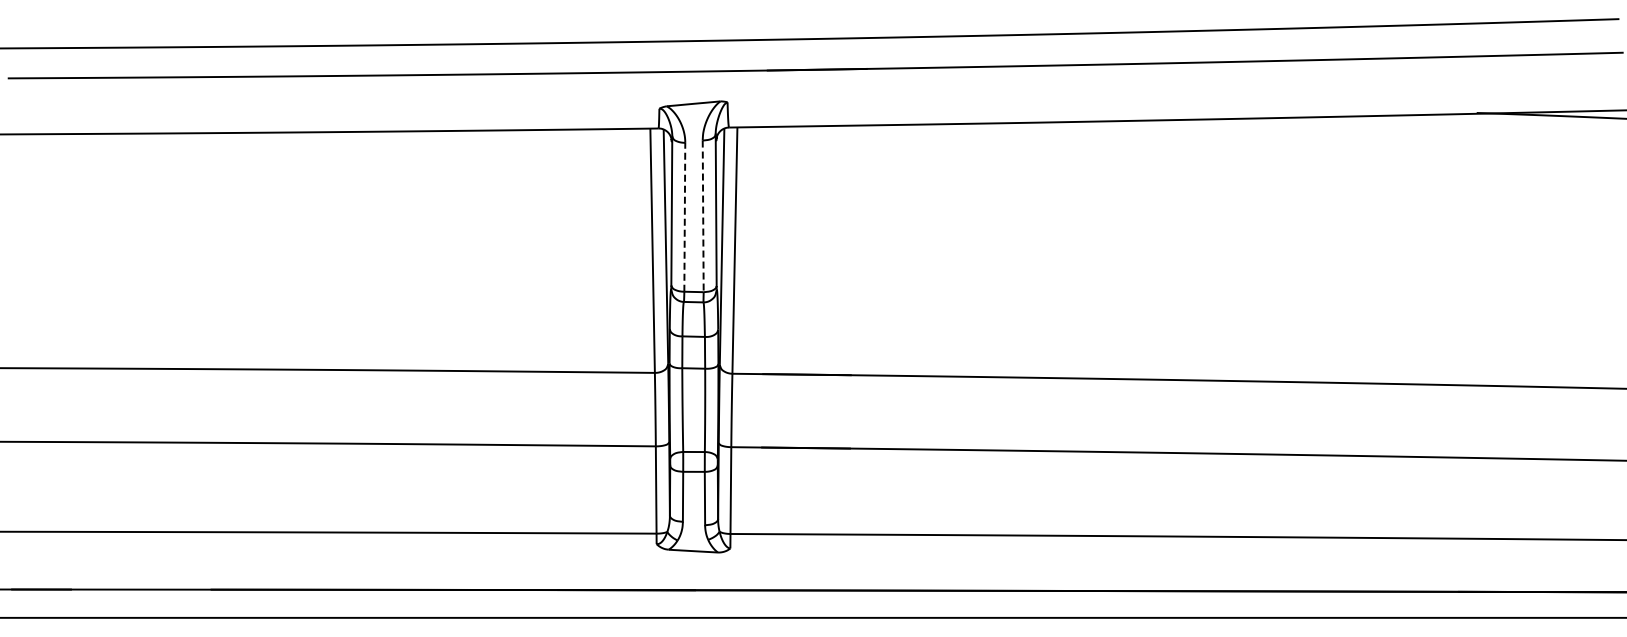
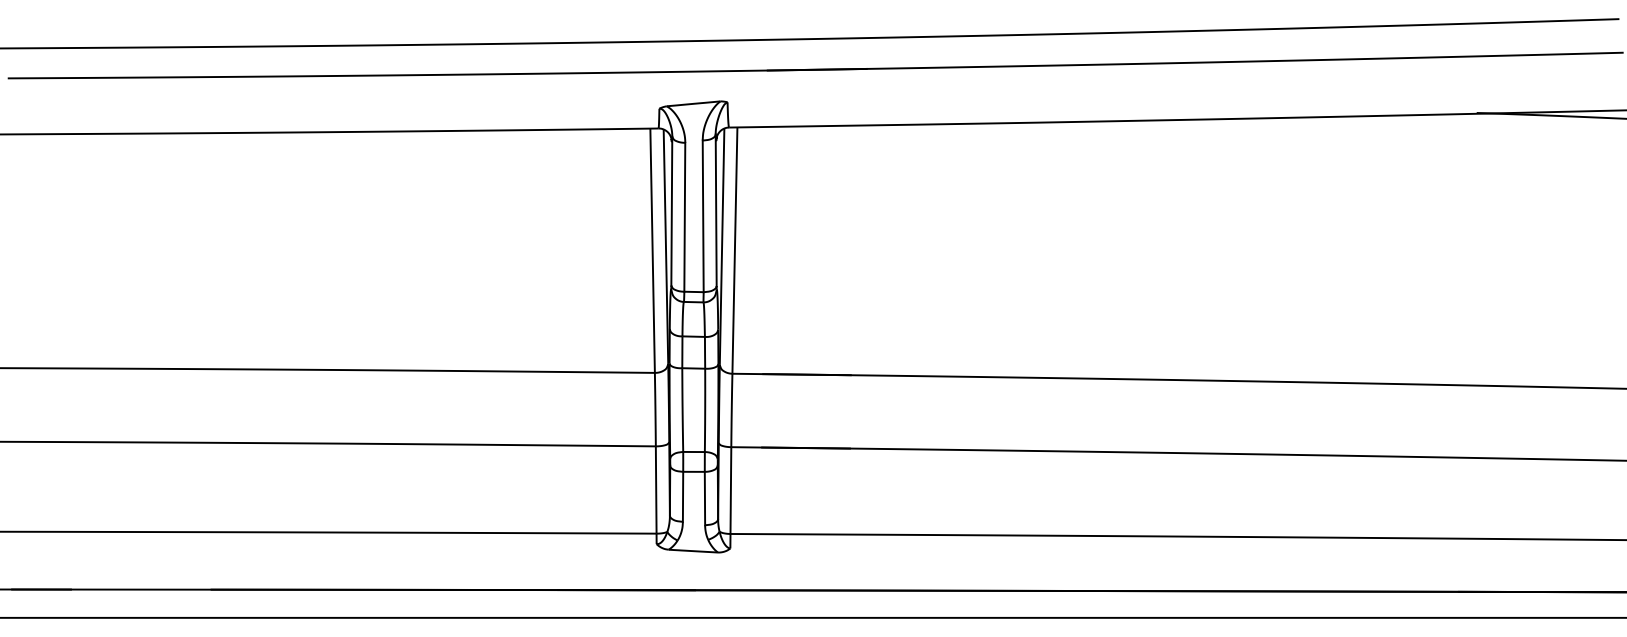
line at (684, 216): dashed -> solid
line at (703, 216): dashed -> solid
